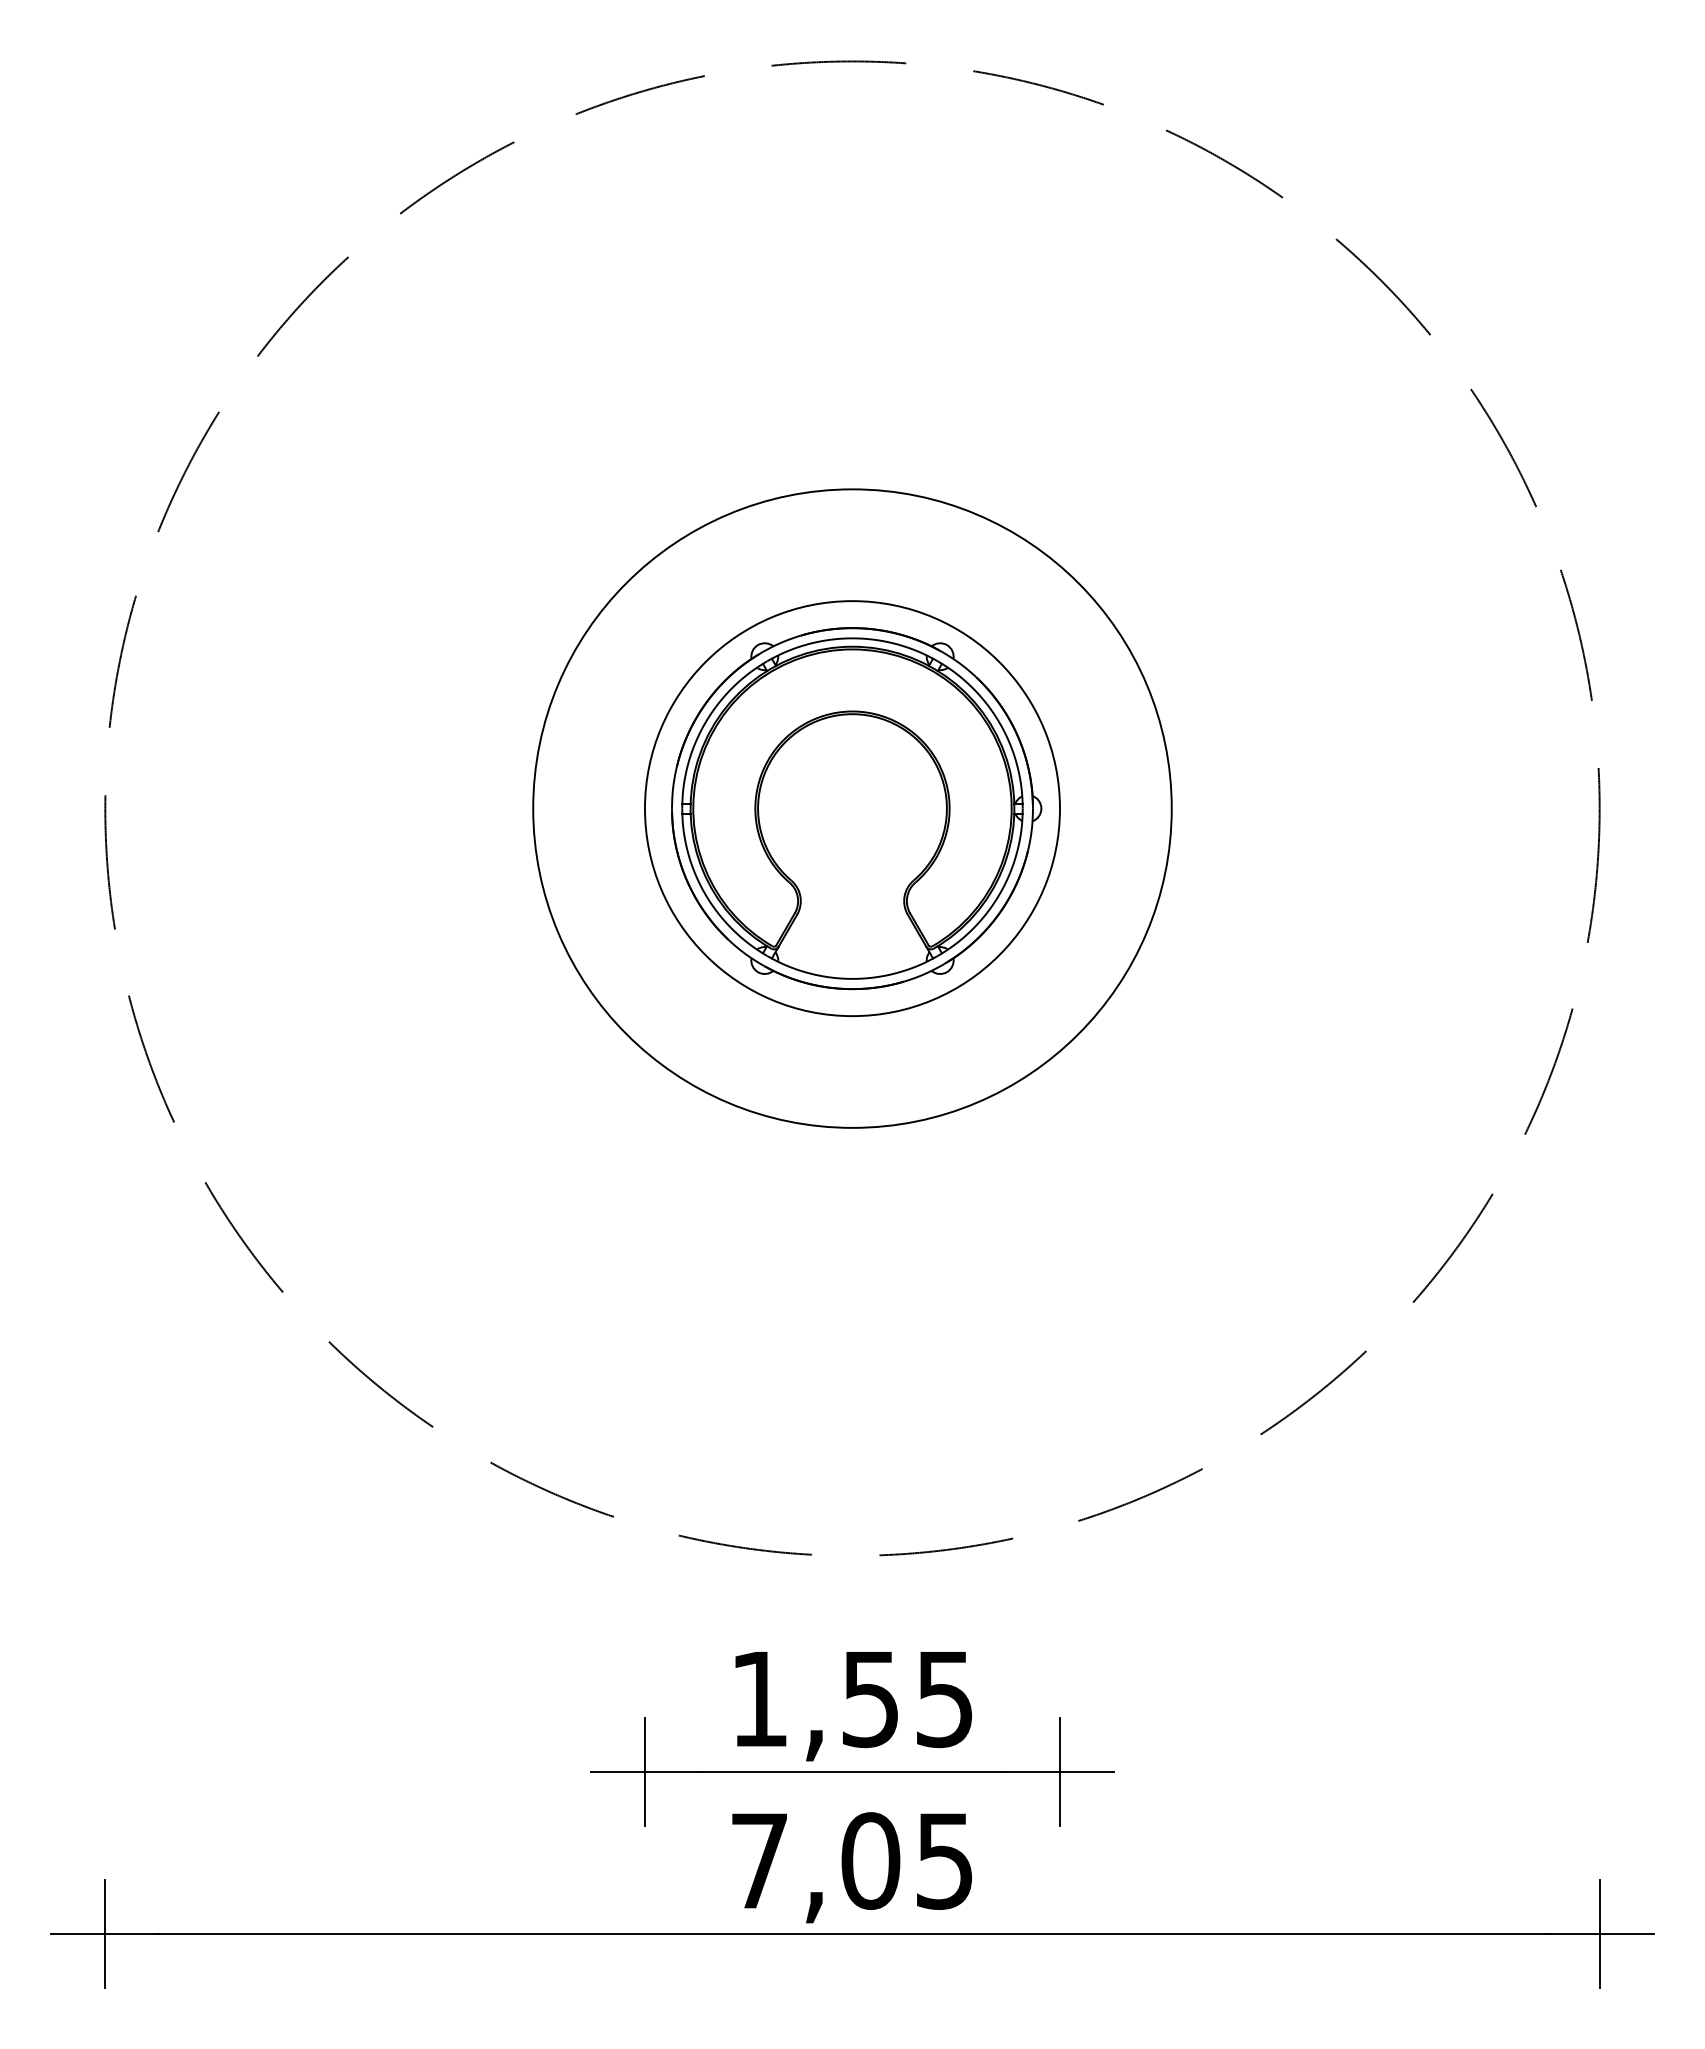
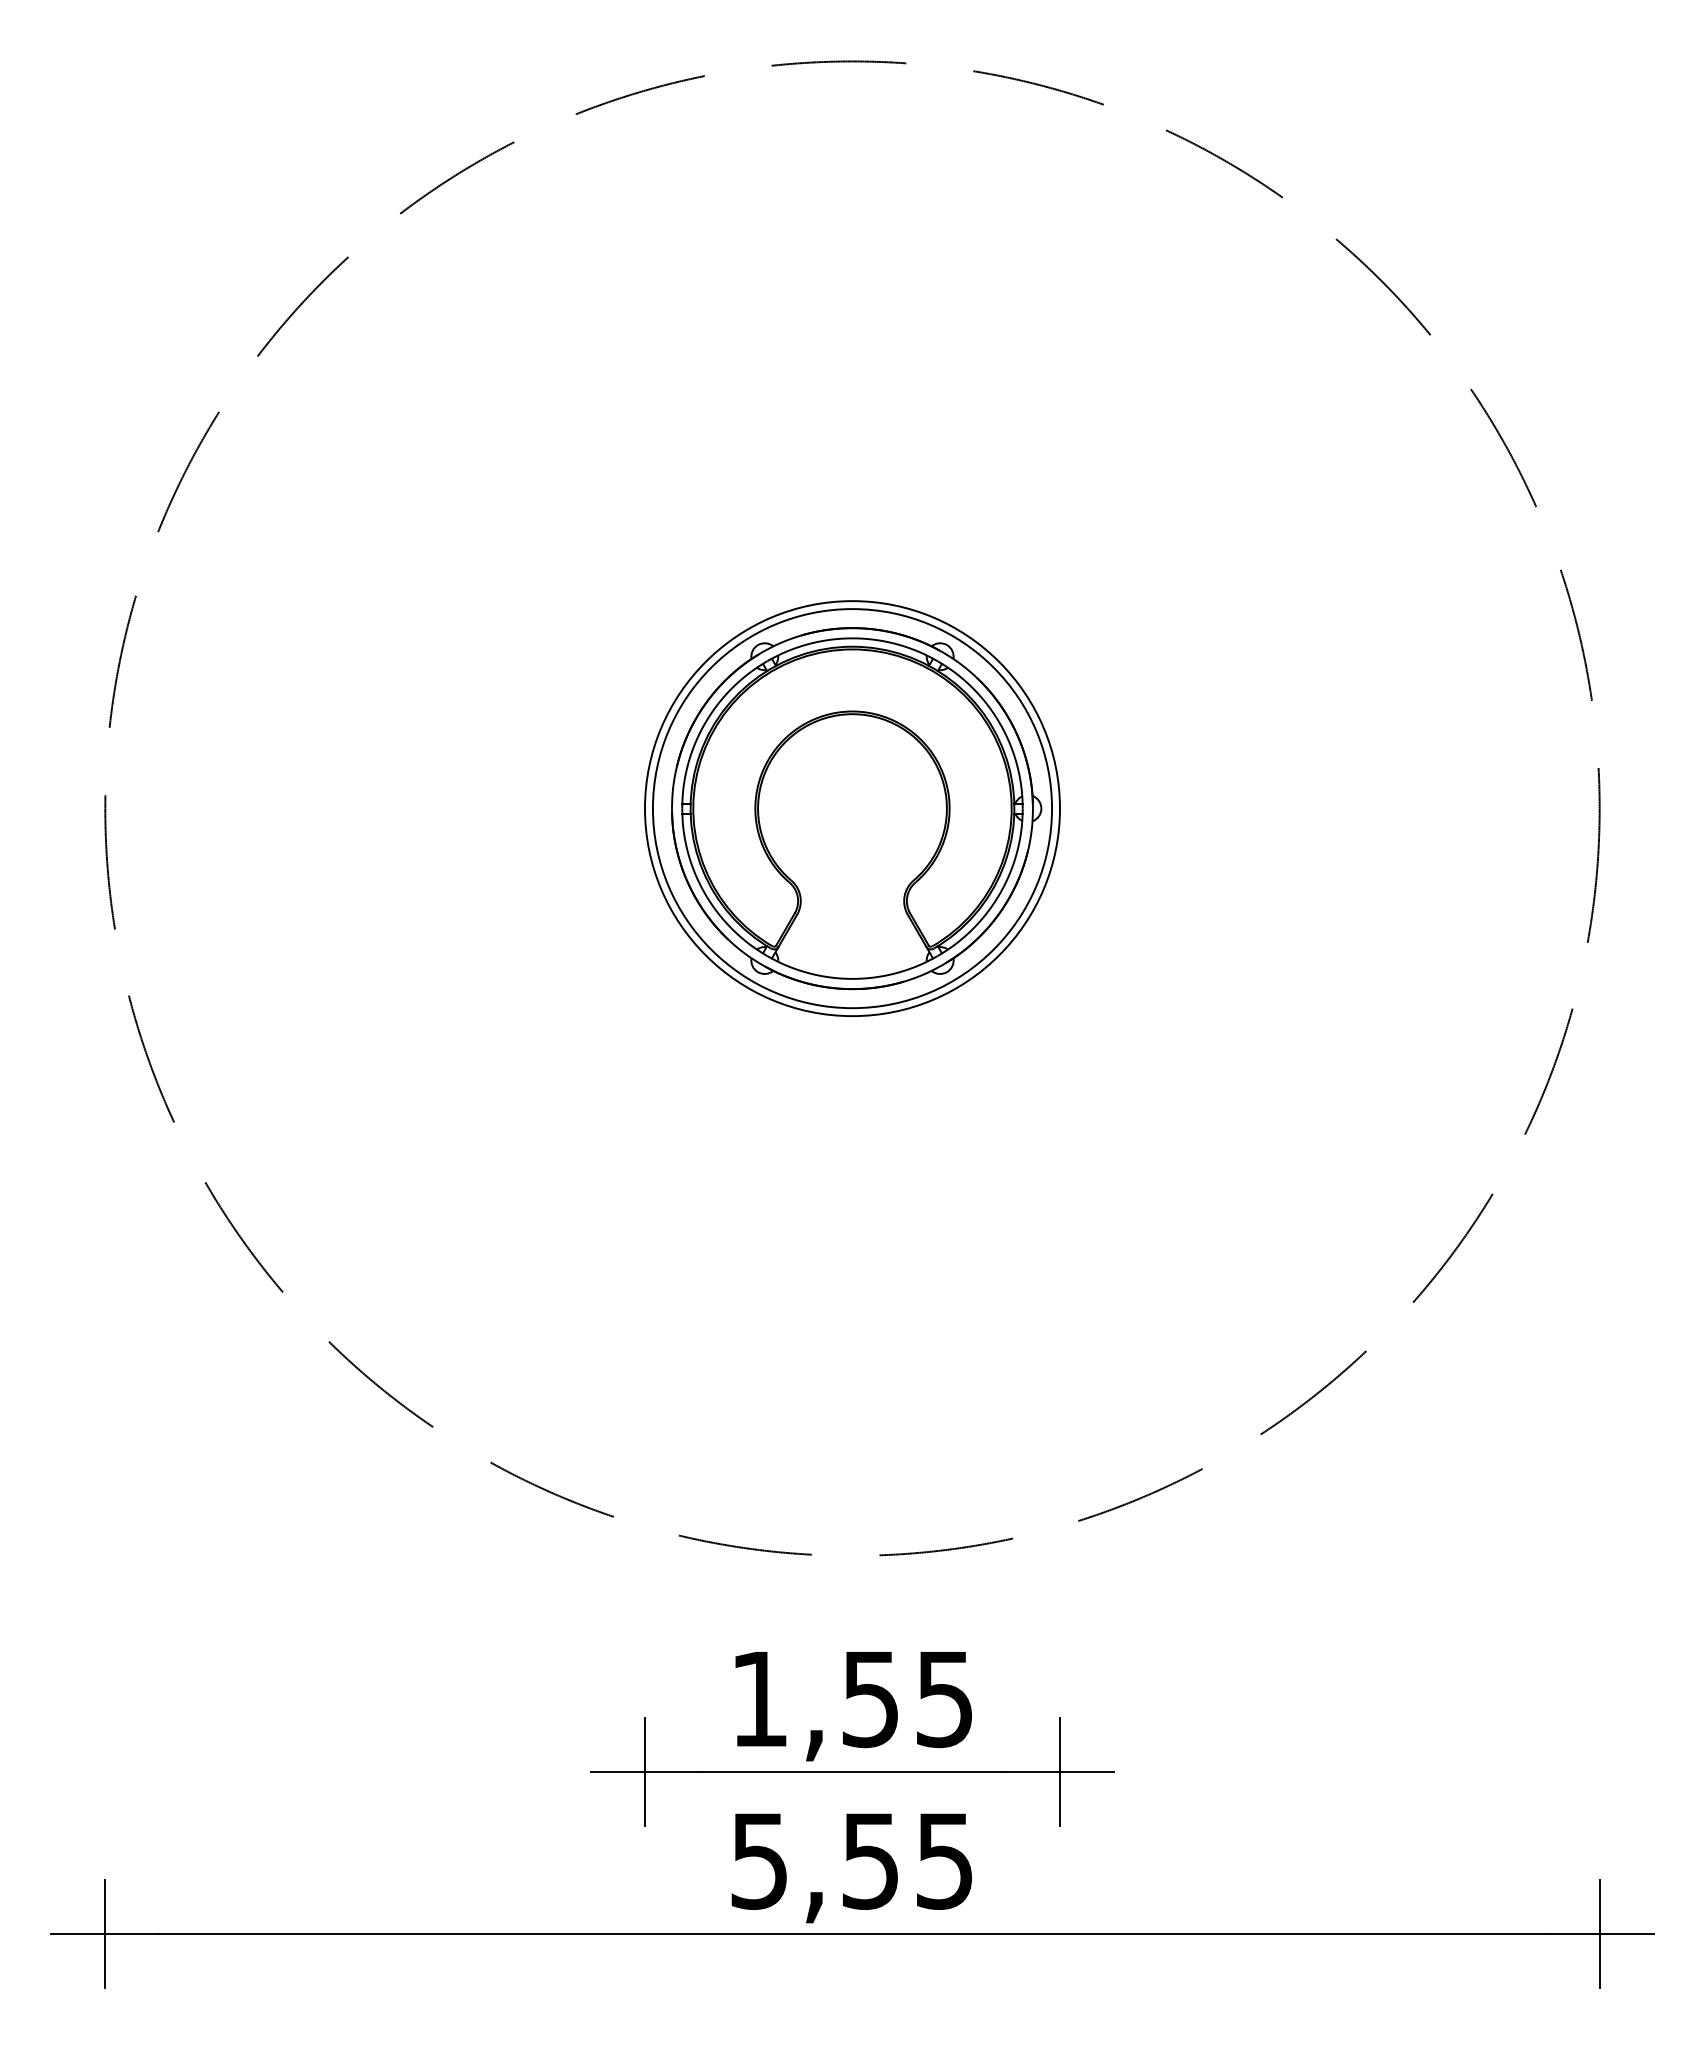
circle at (852, 808) diameter: 639 px -> 399 px
text at (815, 1860): 7,05 -> 5,55
